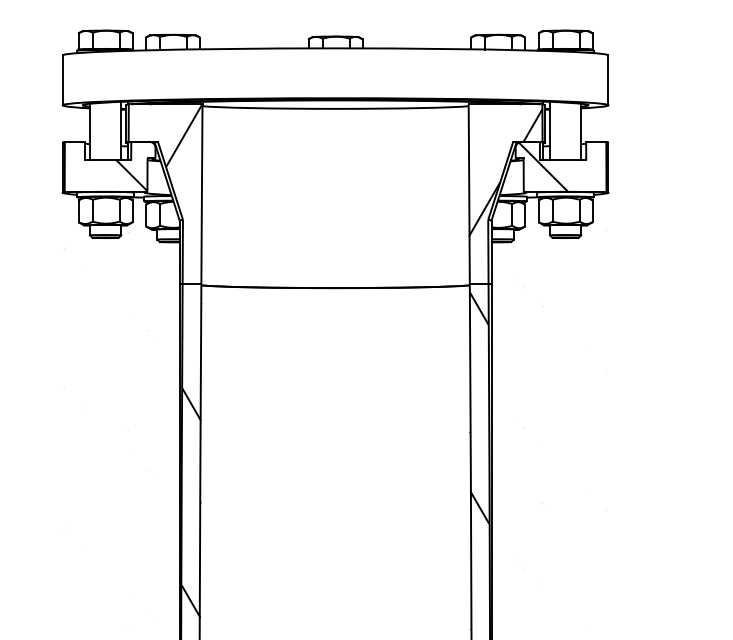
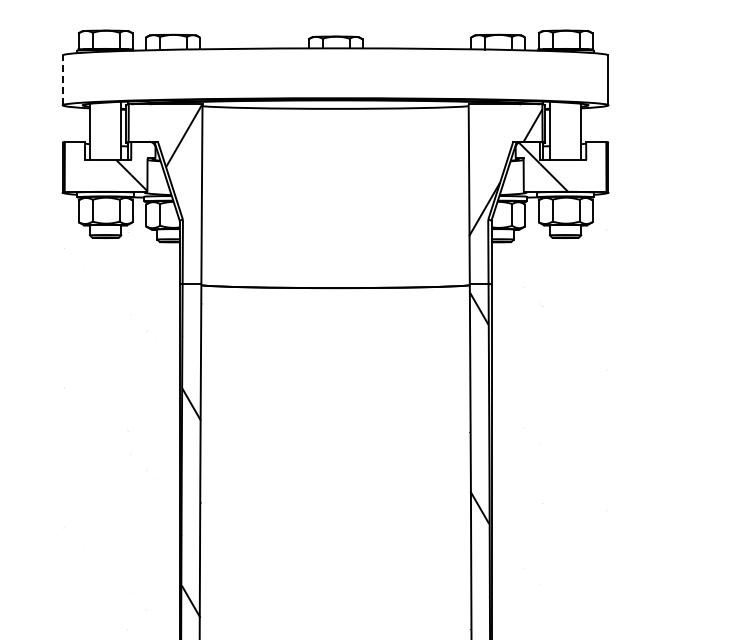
line at (62, 80): solid -> dashed
